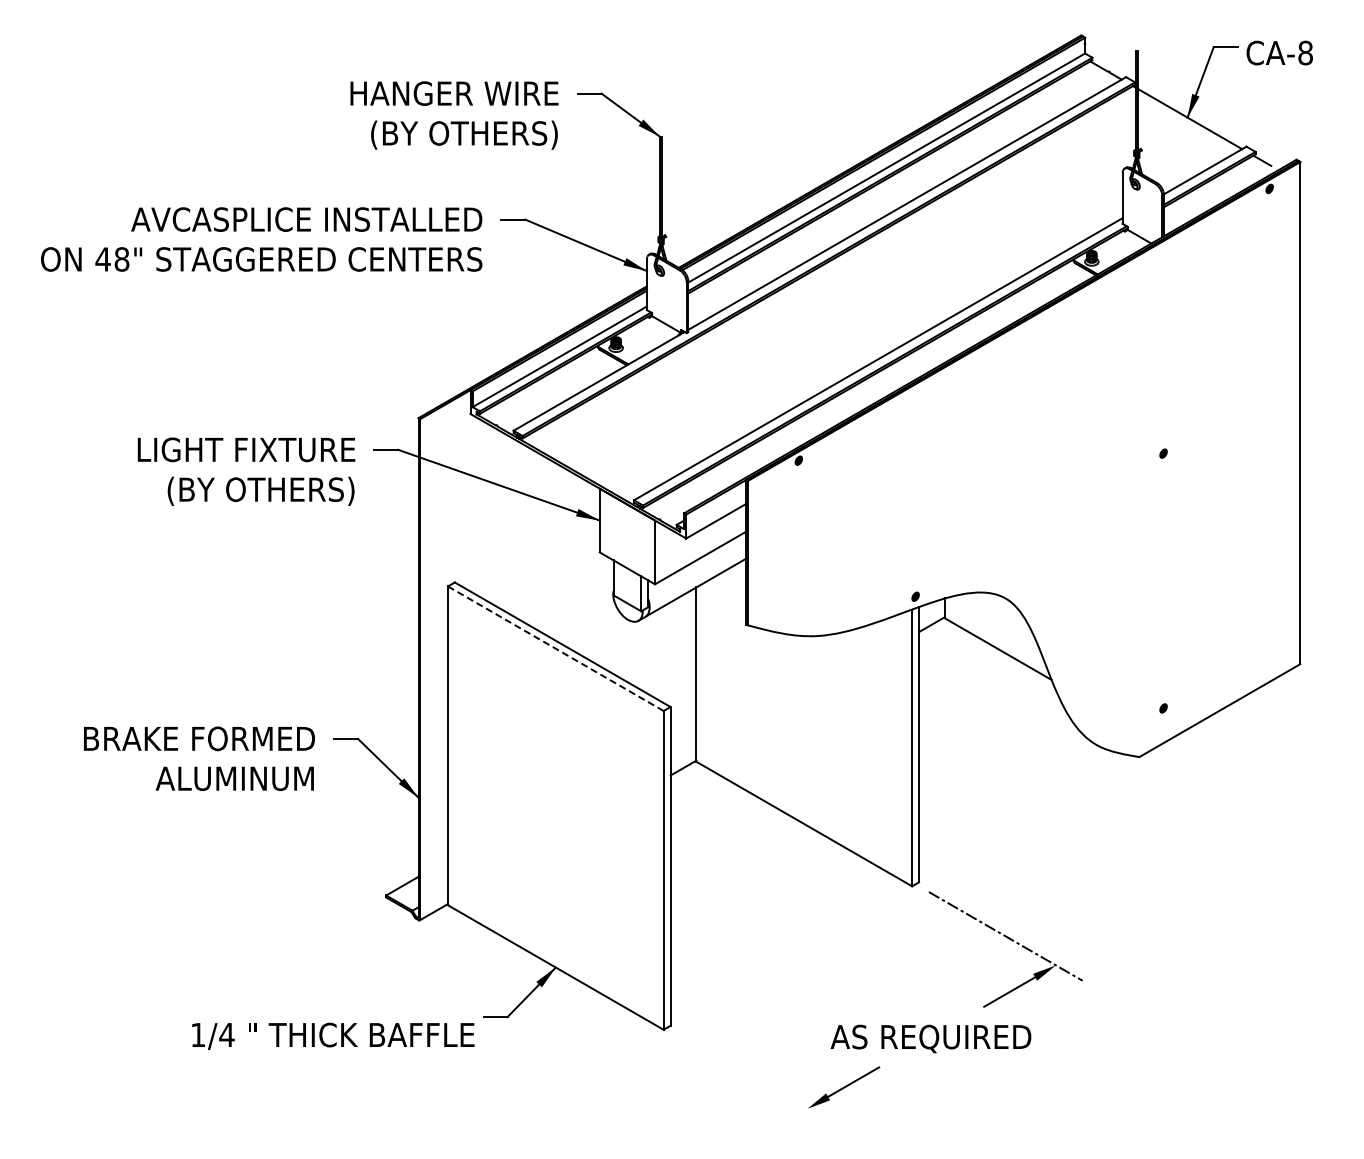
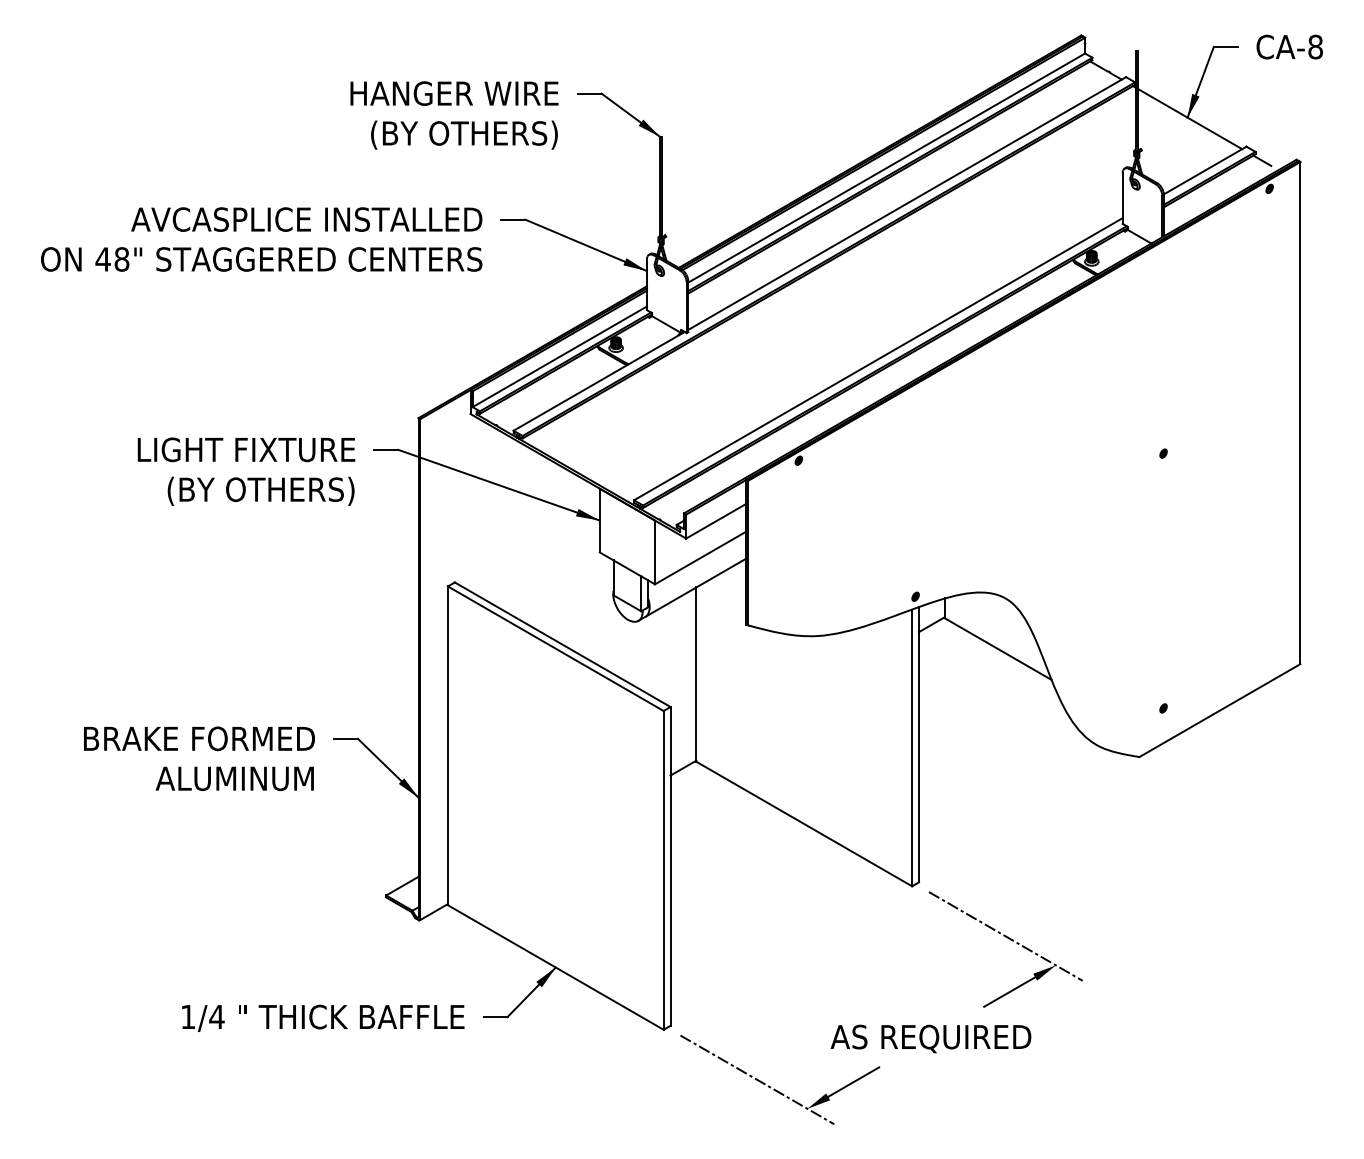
text at (1279, 52) position: (1279, 52) -> (1289, 46)
line at (555, 648): dashed -> solid
text at (333, 1035) position: (333, 1035) -> (323, 1017)
line at (757, 1079): none -> present
